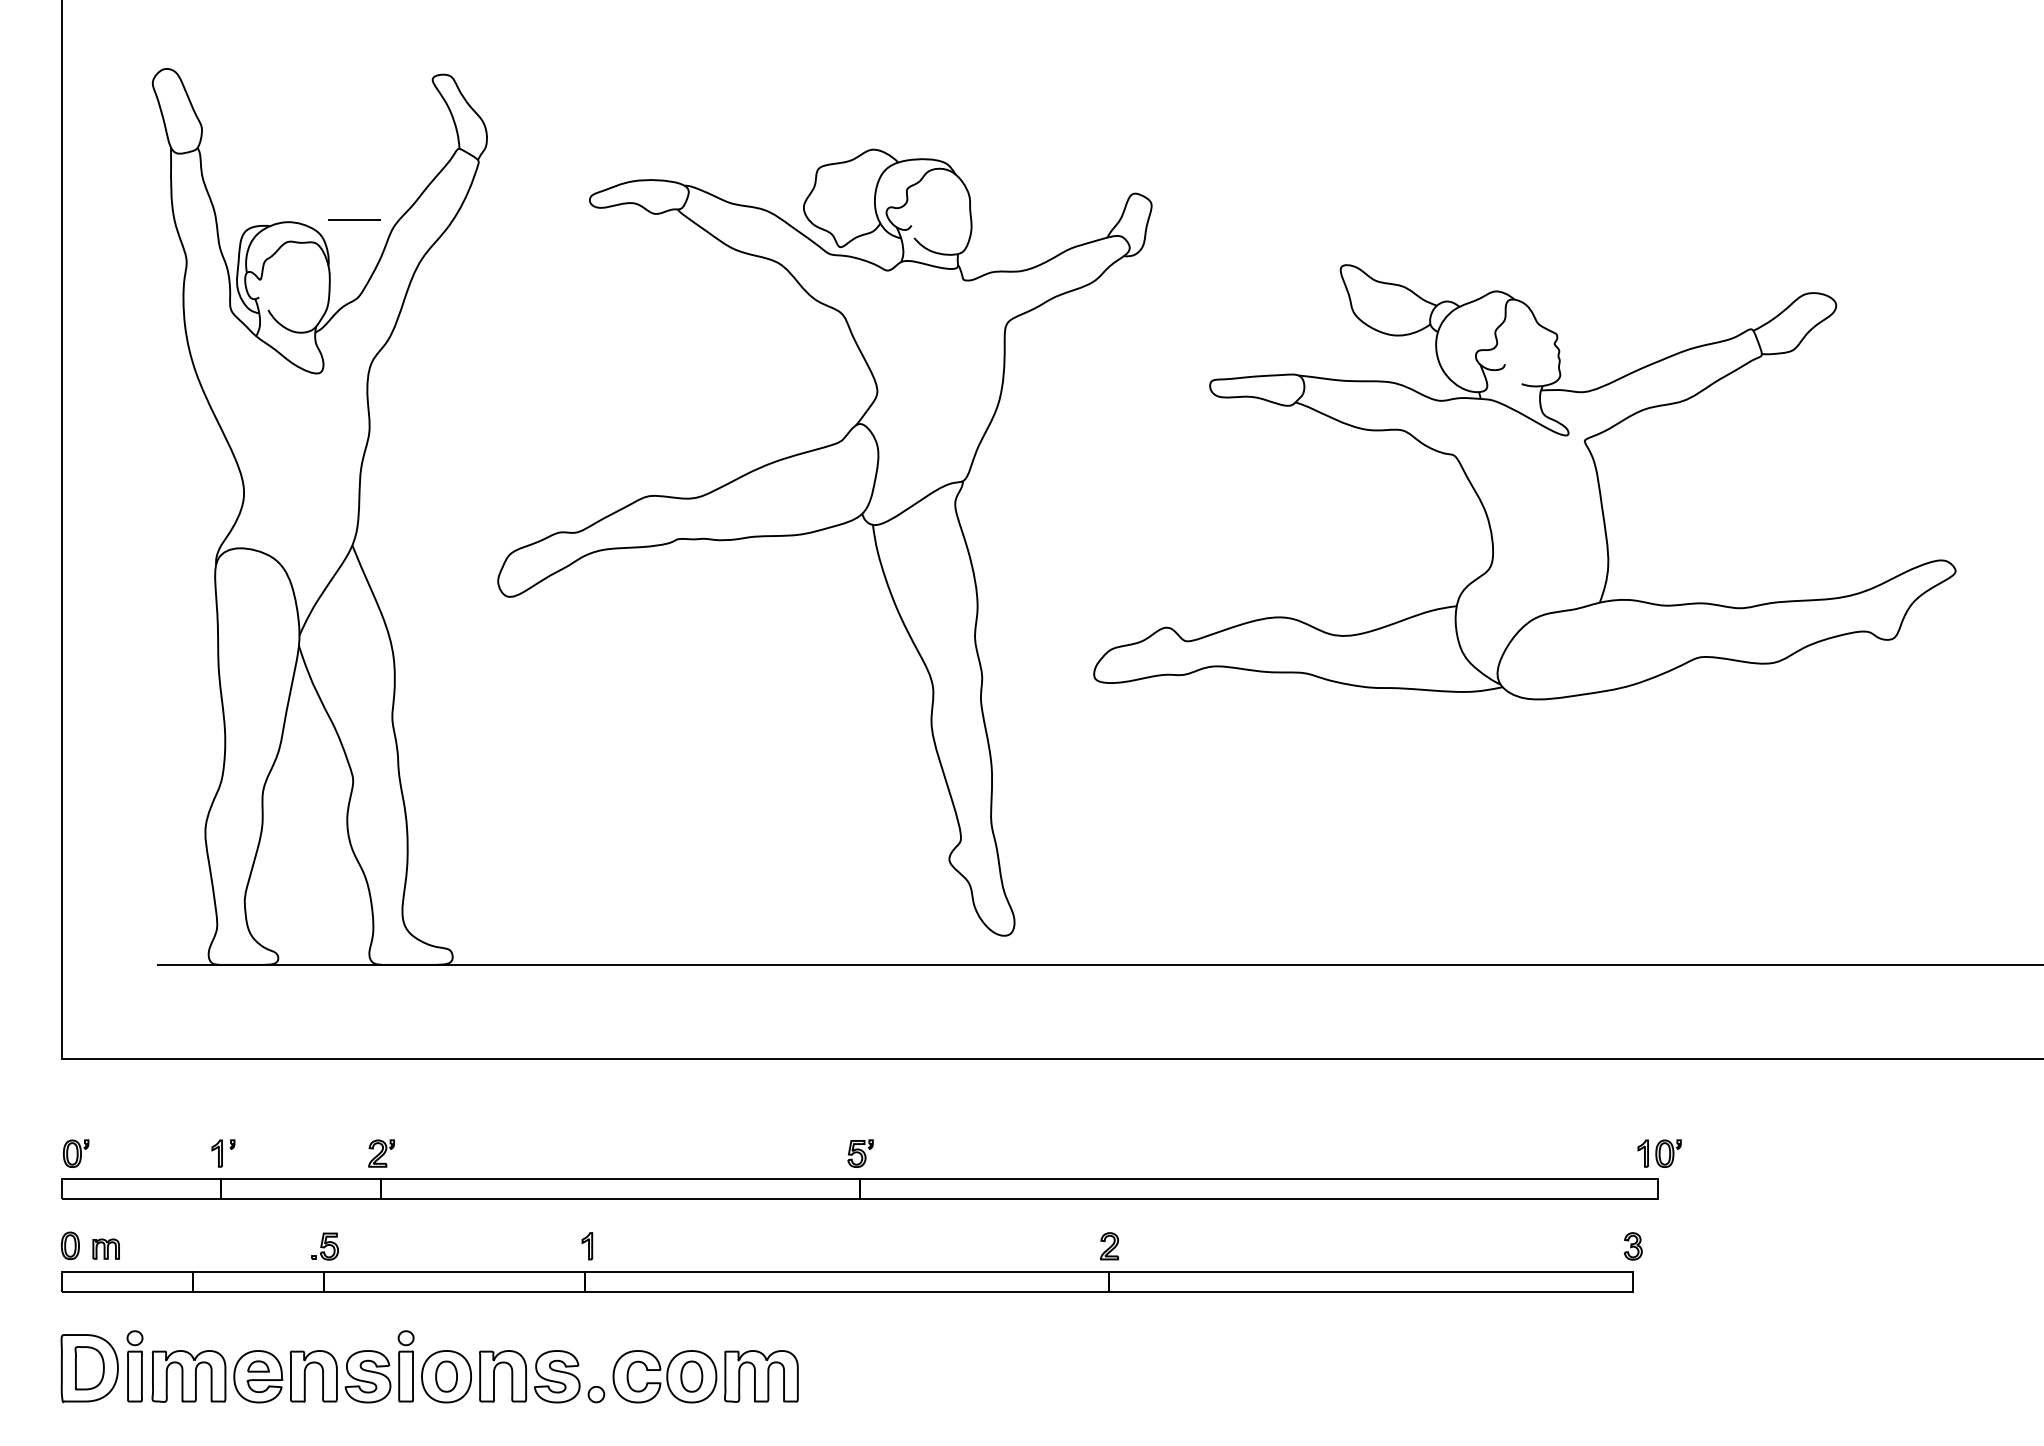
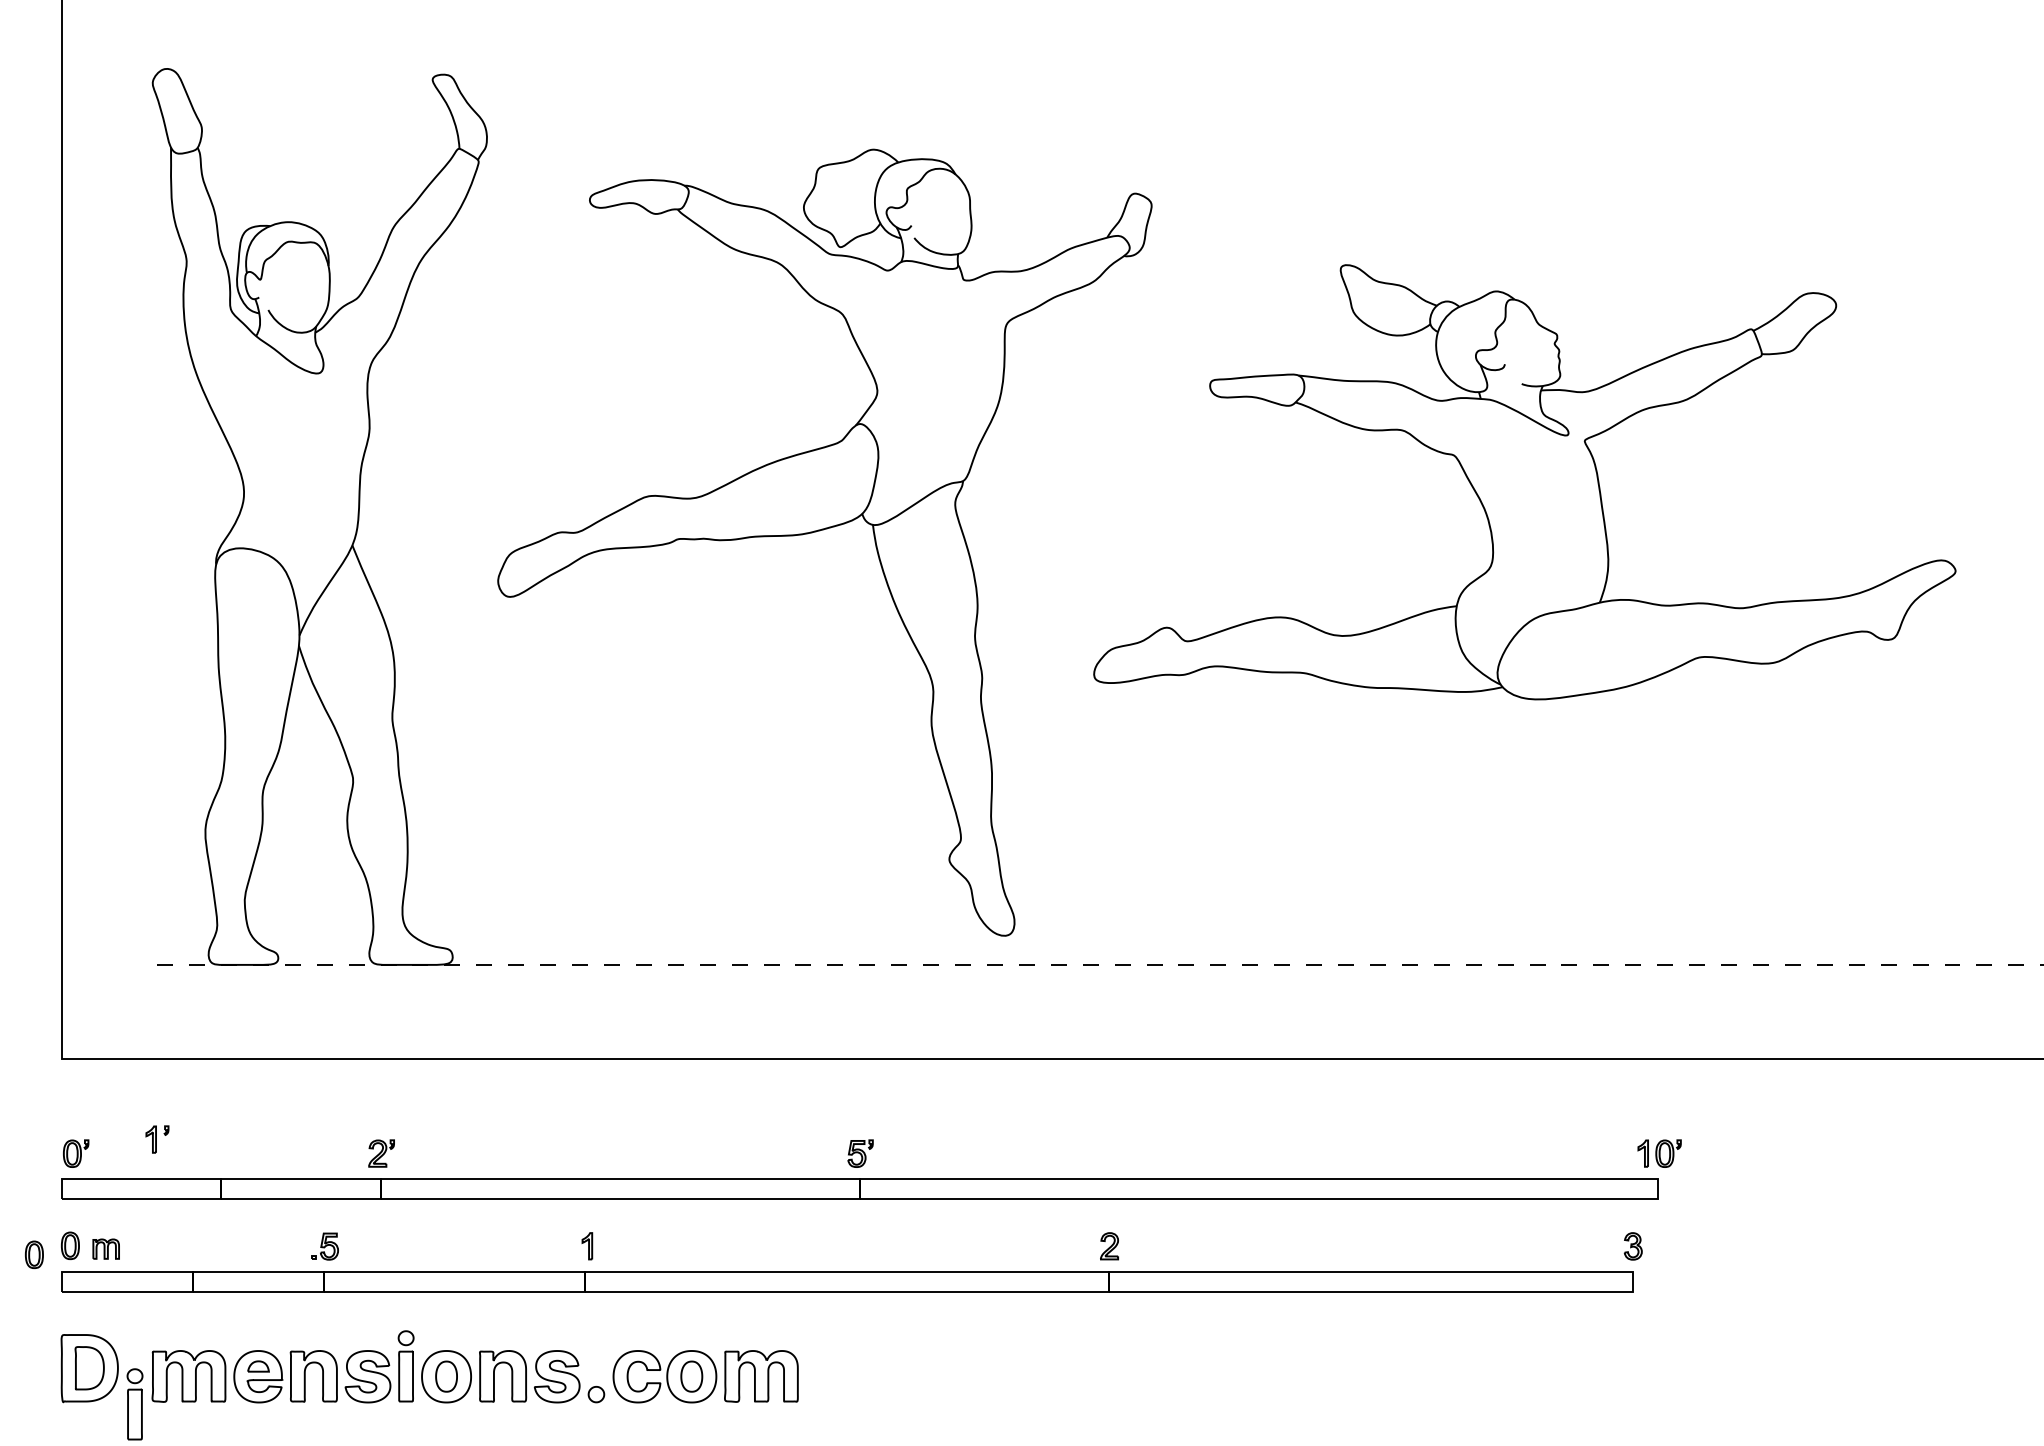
line at (354, 219): present -> none
line at (1100, 964): solid -> dashed
part at (223, 1153) position: (223, 1153) -> (157, 1139)
part at (34, 1254): none -> present
part at (134, 1366) position: (134, 1366) -> (134, 1404)
